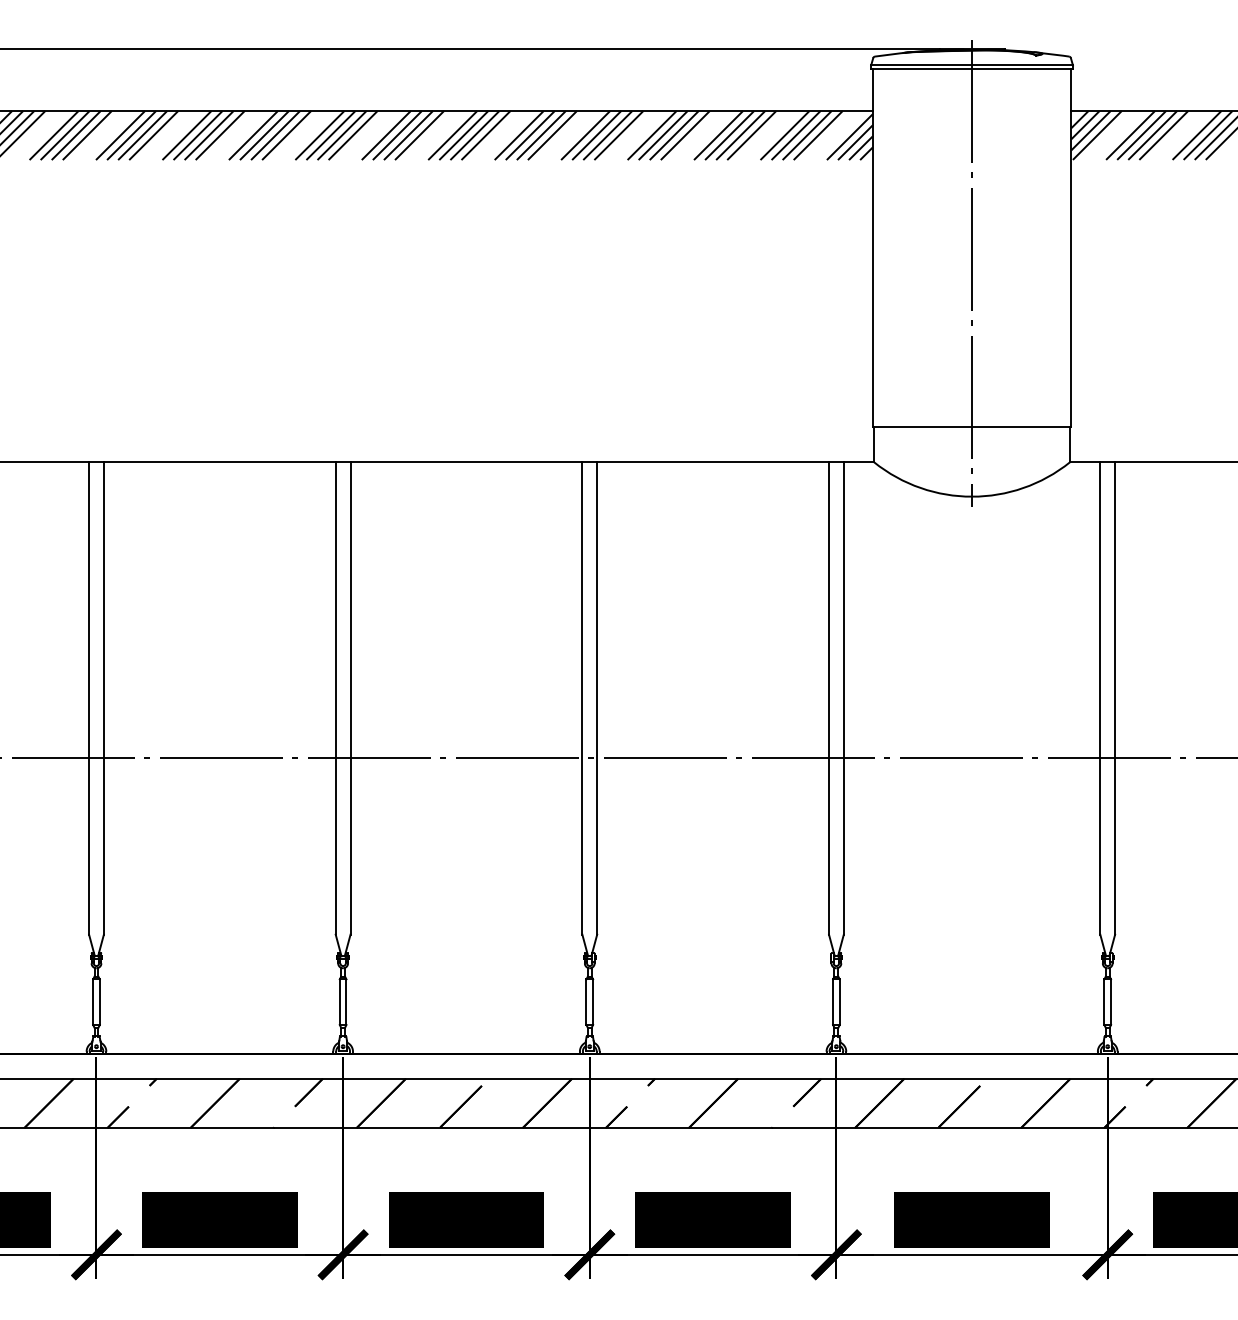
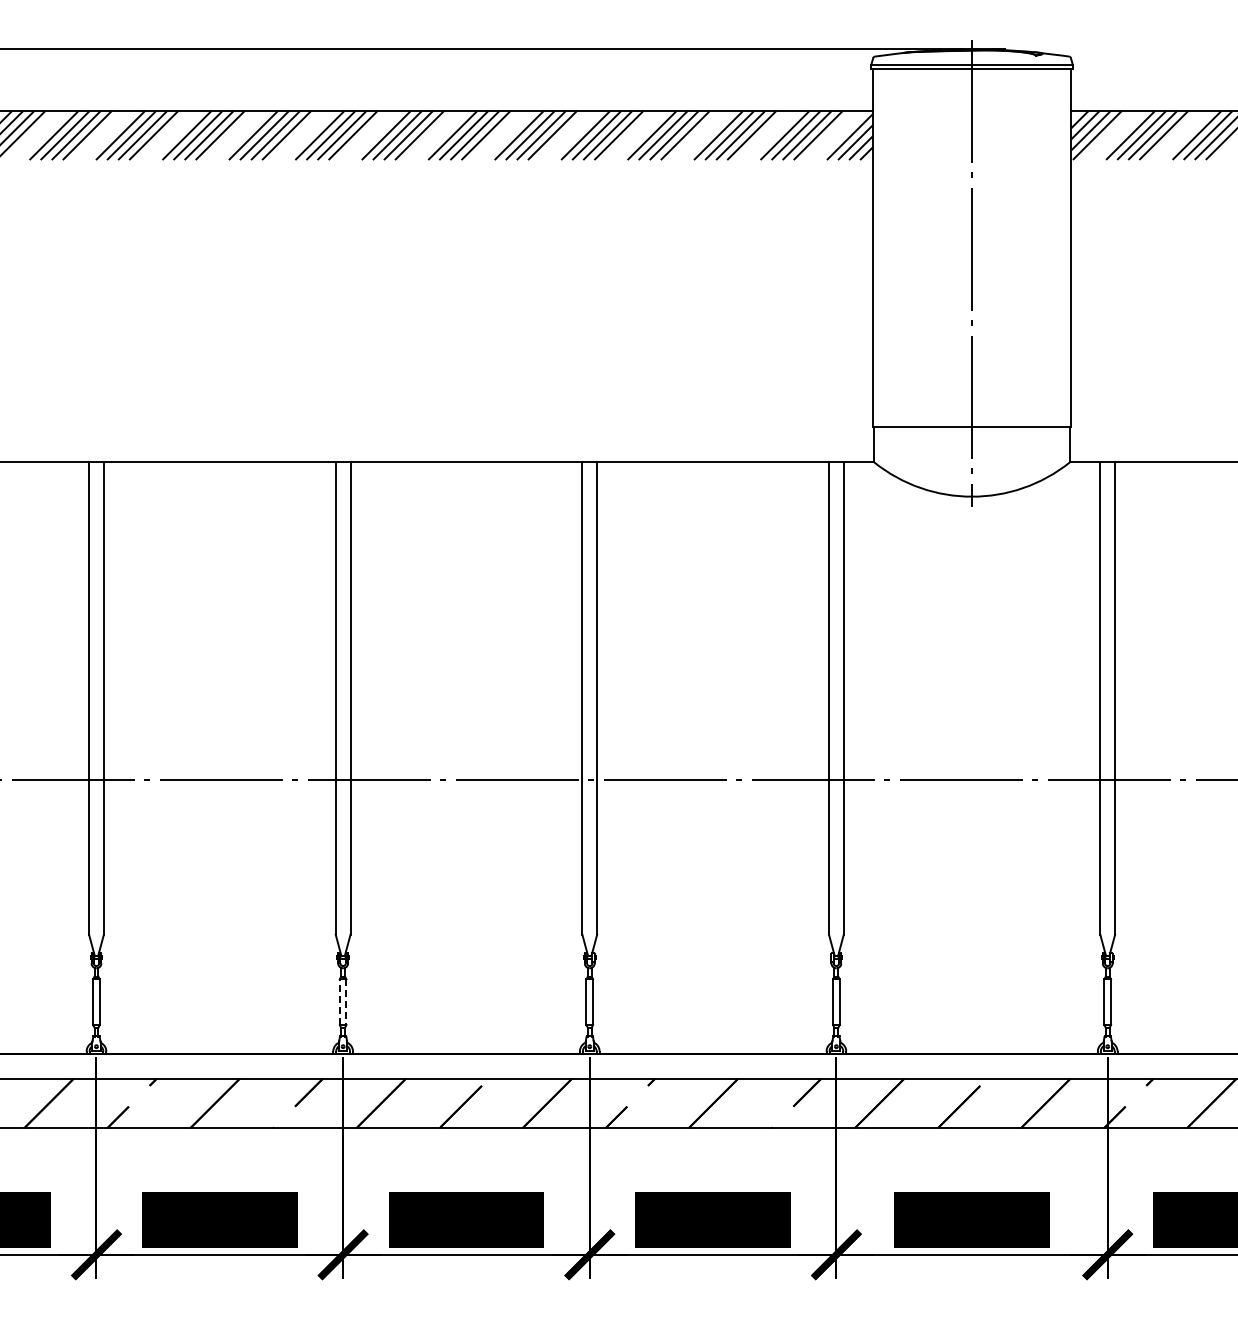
line at (618, 758) position: (618, 758) -> (618, 780)
line at (339, 1002): solid -> dashed
line at (346, 1002): solid -> dashed
